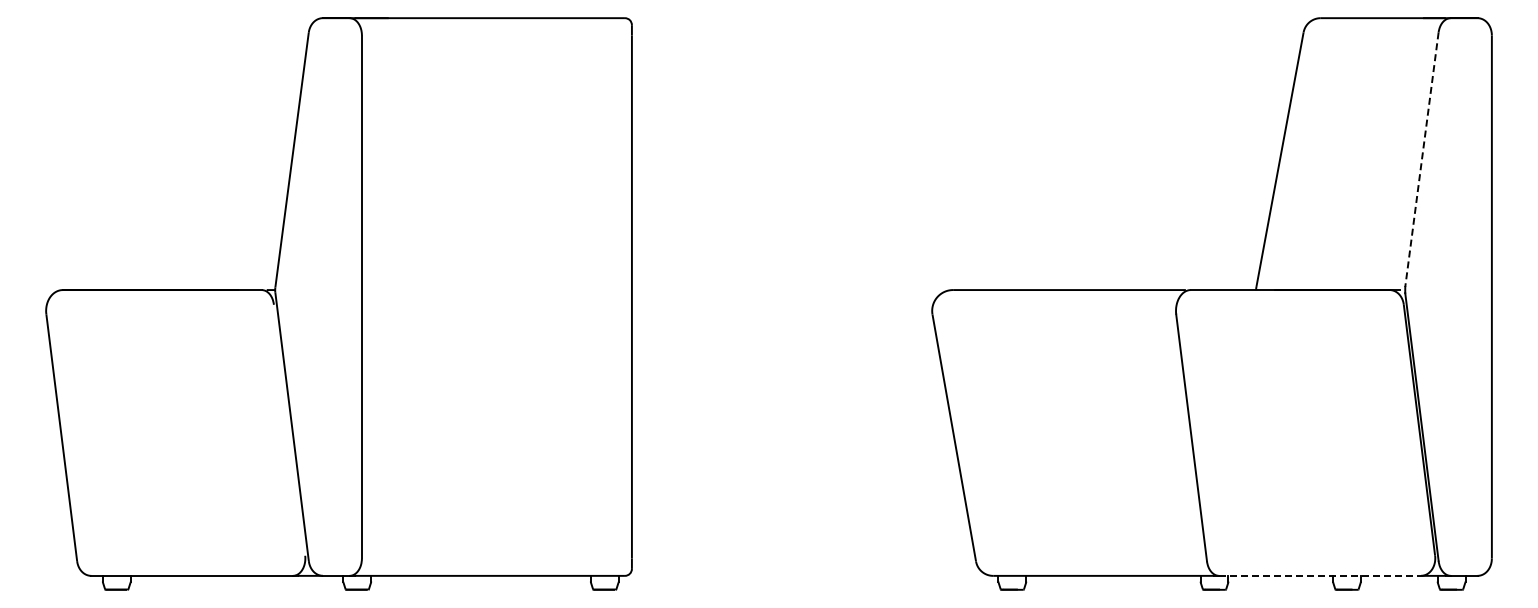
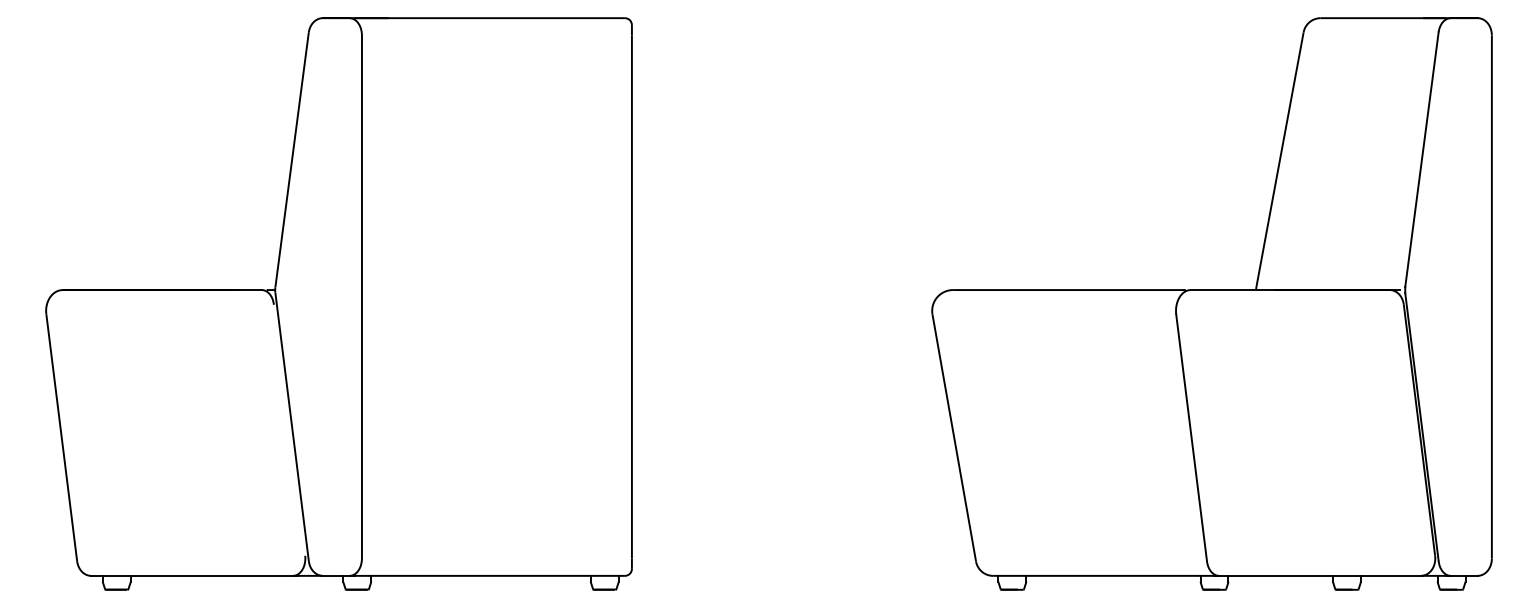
line at (1421, 160): dashed -> solid
line at (1320, 575): dashed -> solid
